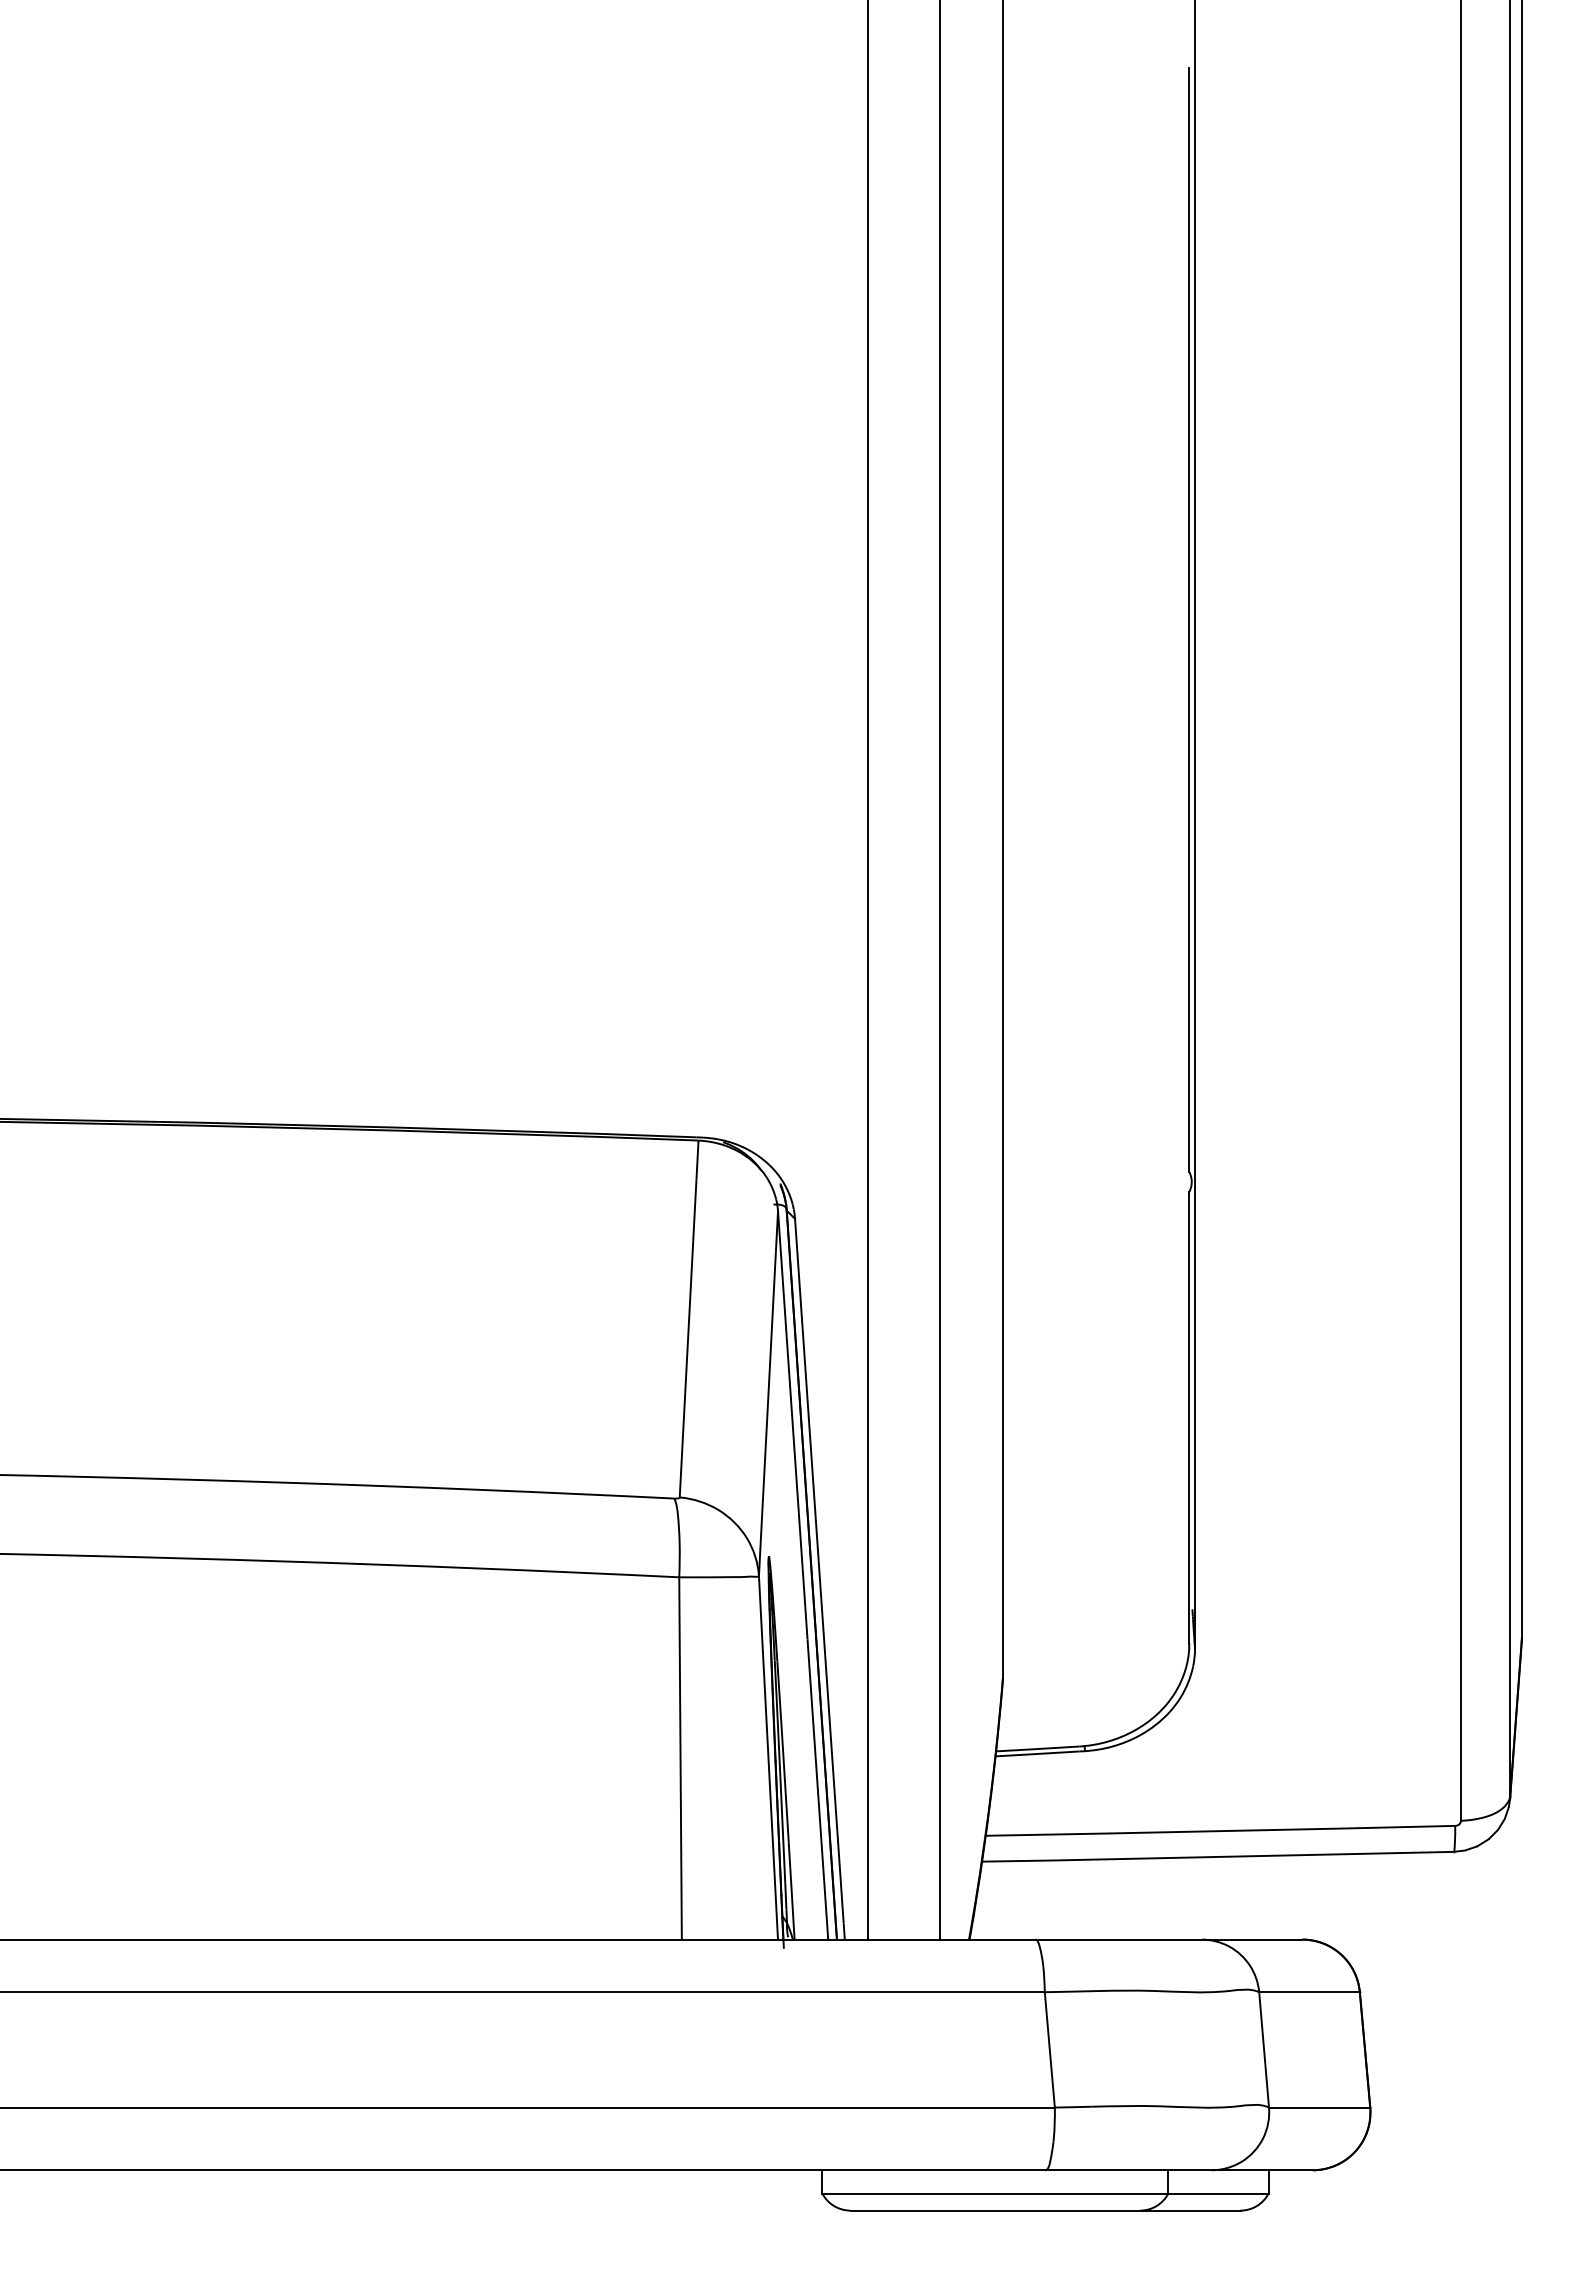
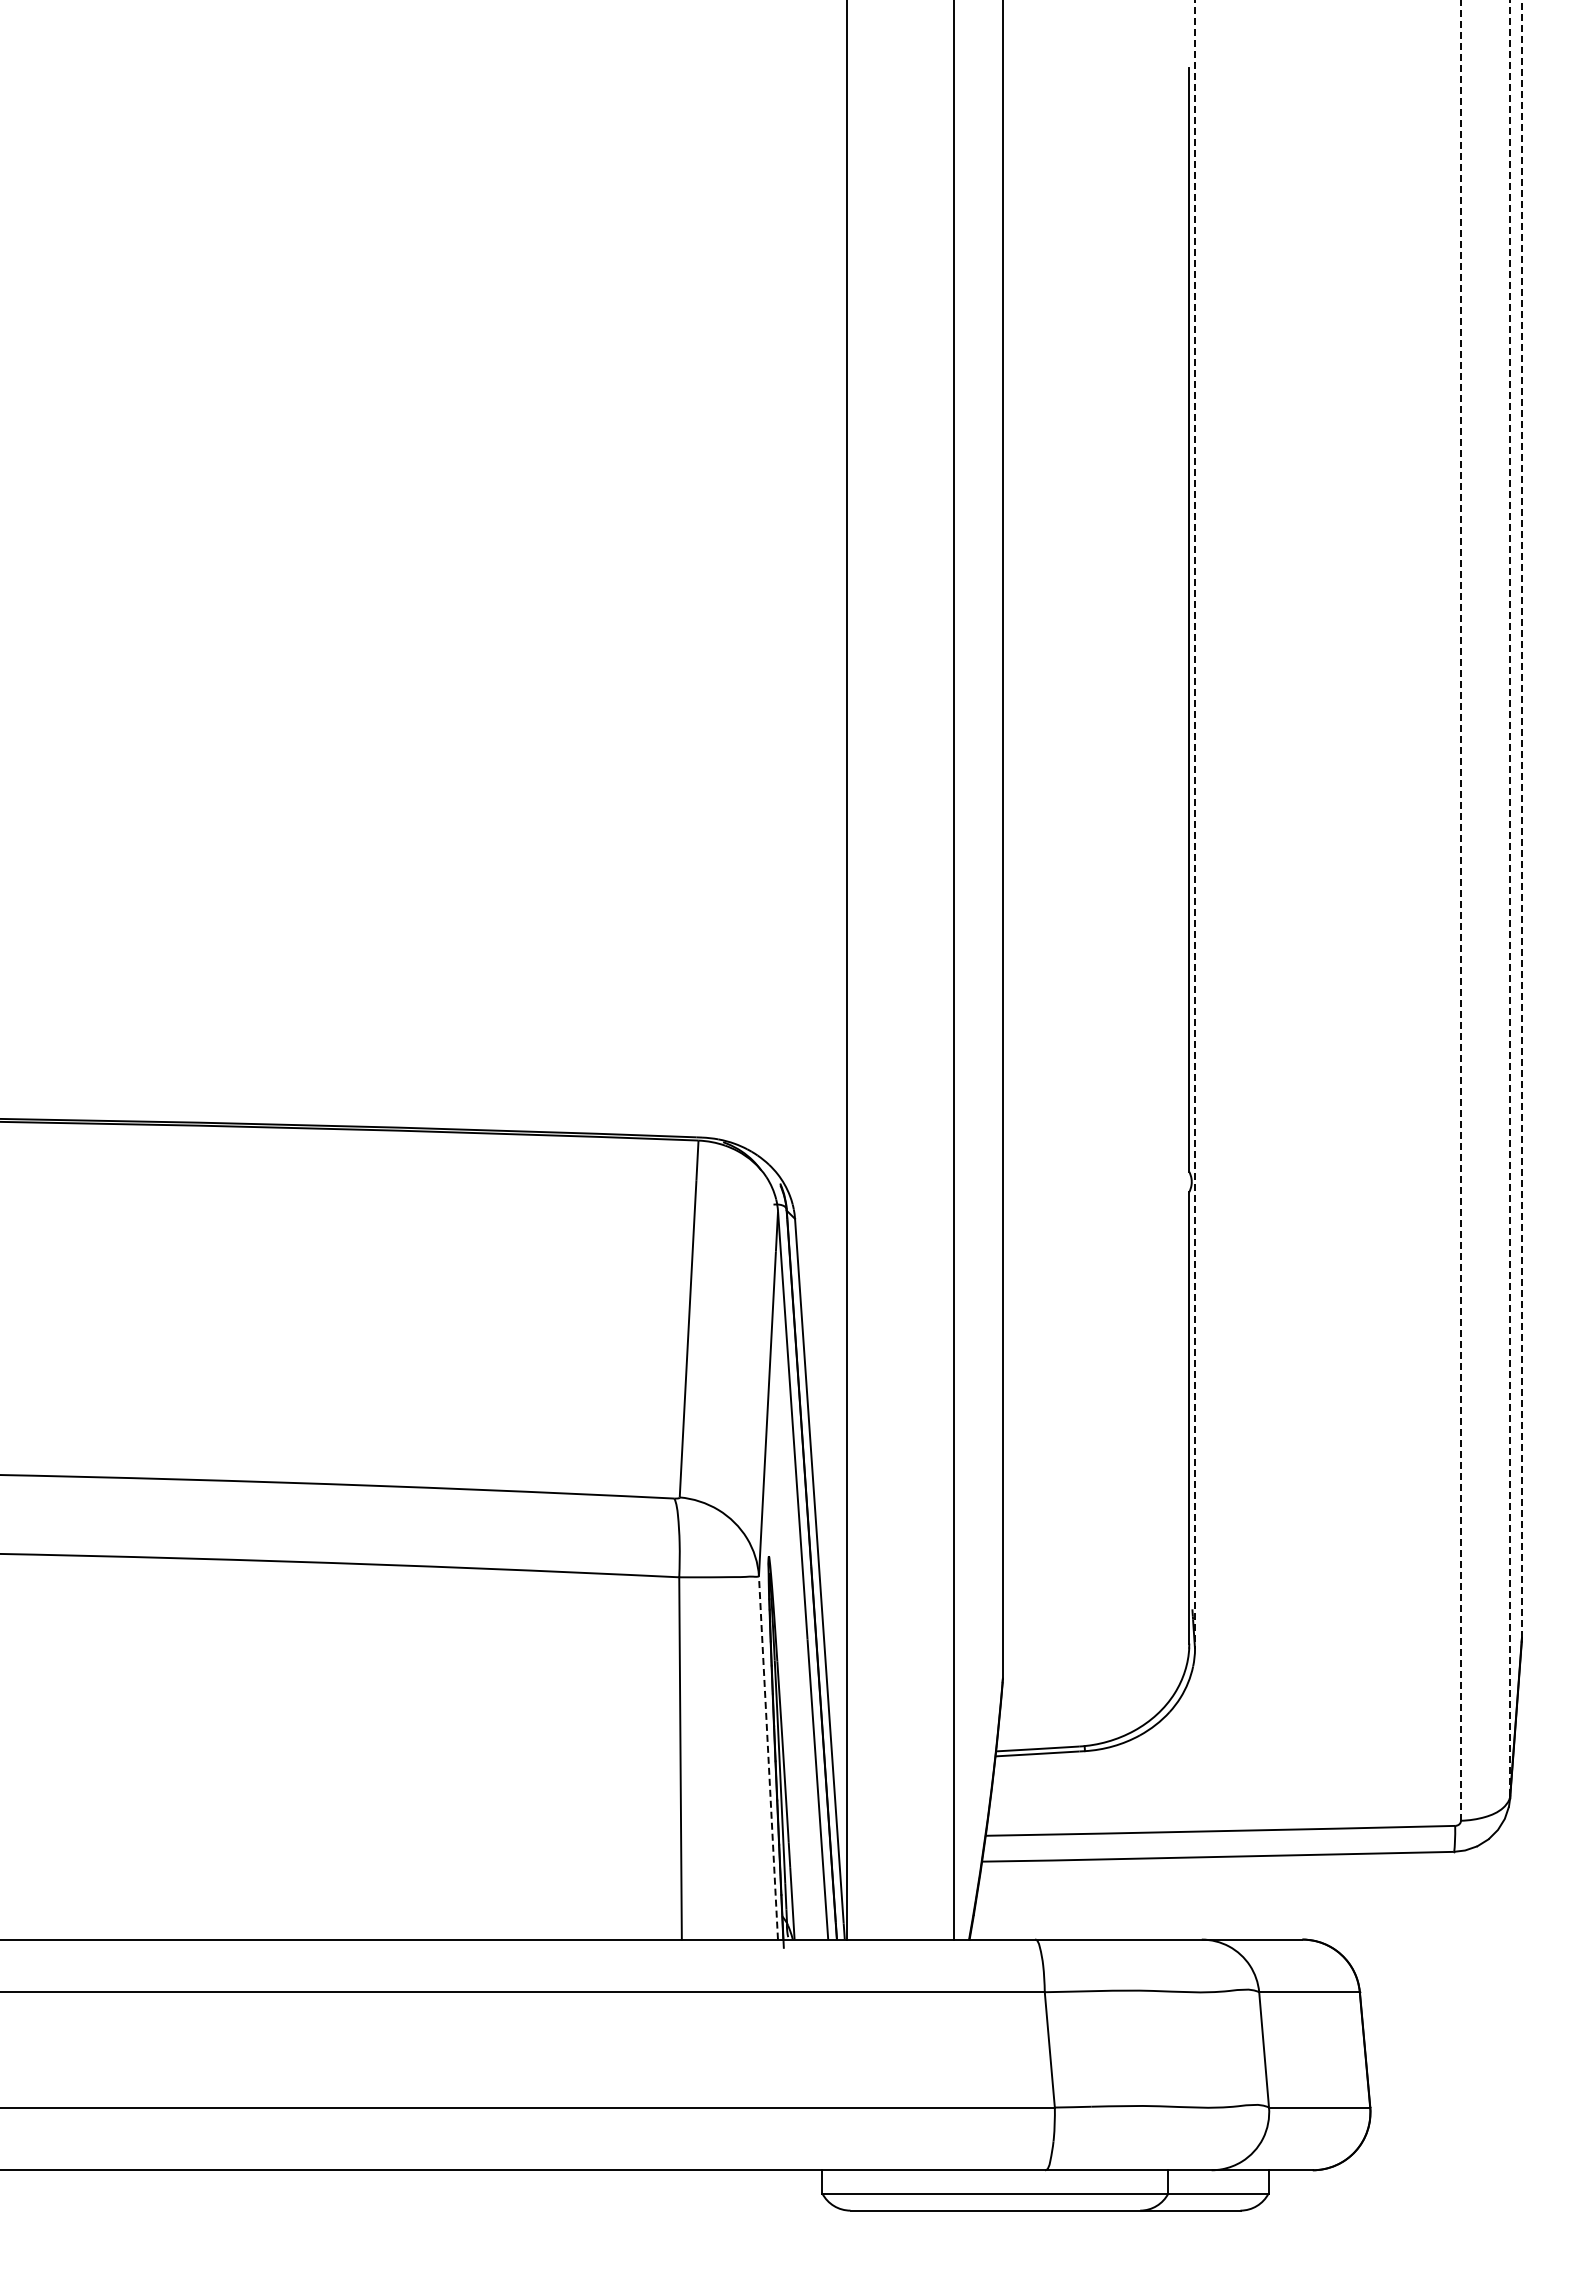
line at (1521, 819): solid -> dashed
line at (1195, 825): solid -> dashed
line at (1510, 897): solid -> dashed
line at (1460, 910): solid -> dashed
line at (868, 970) position: (868, 970) -> (847, 970)
line at (940, 970) position: (940, 970) -> (954, 970)
line at (768, 1757): solid -> dashed
